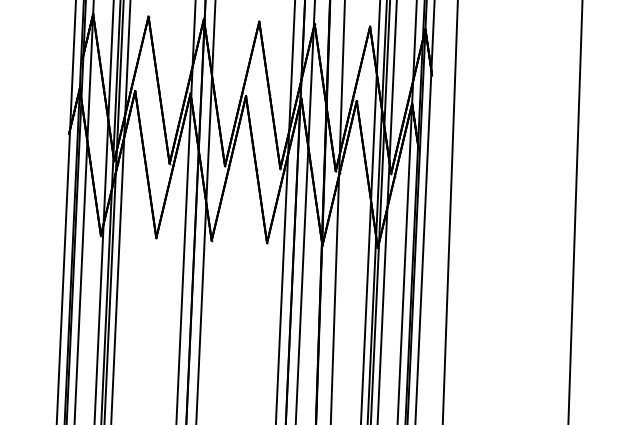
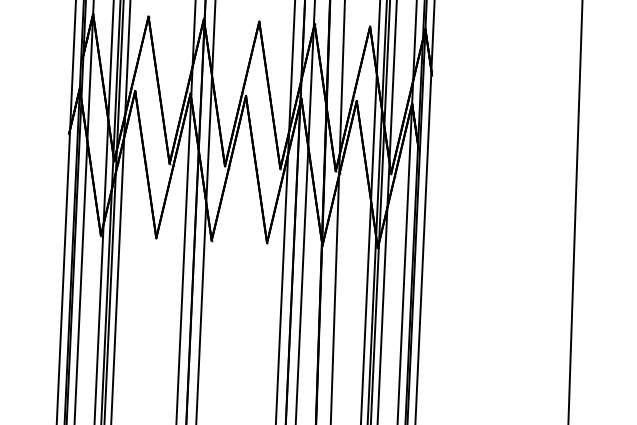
line at (449, 211): present -> none
